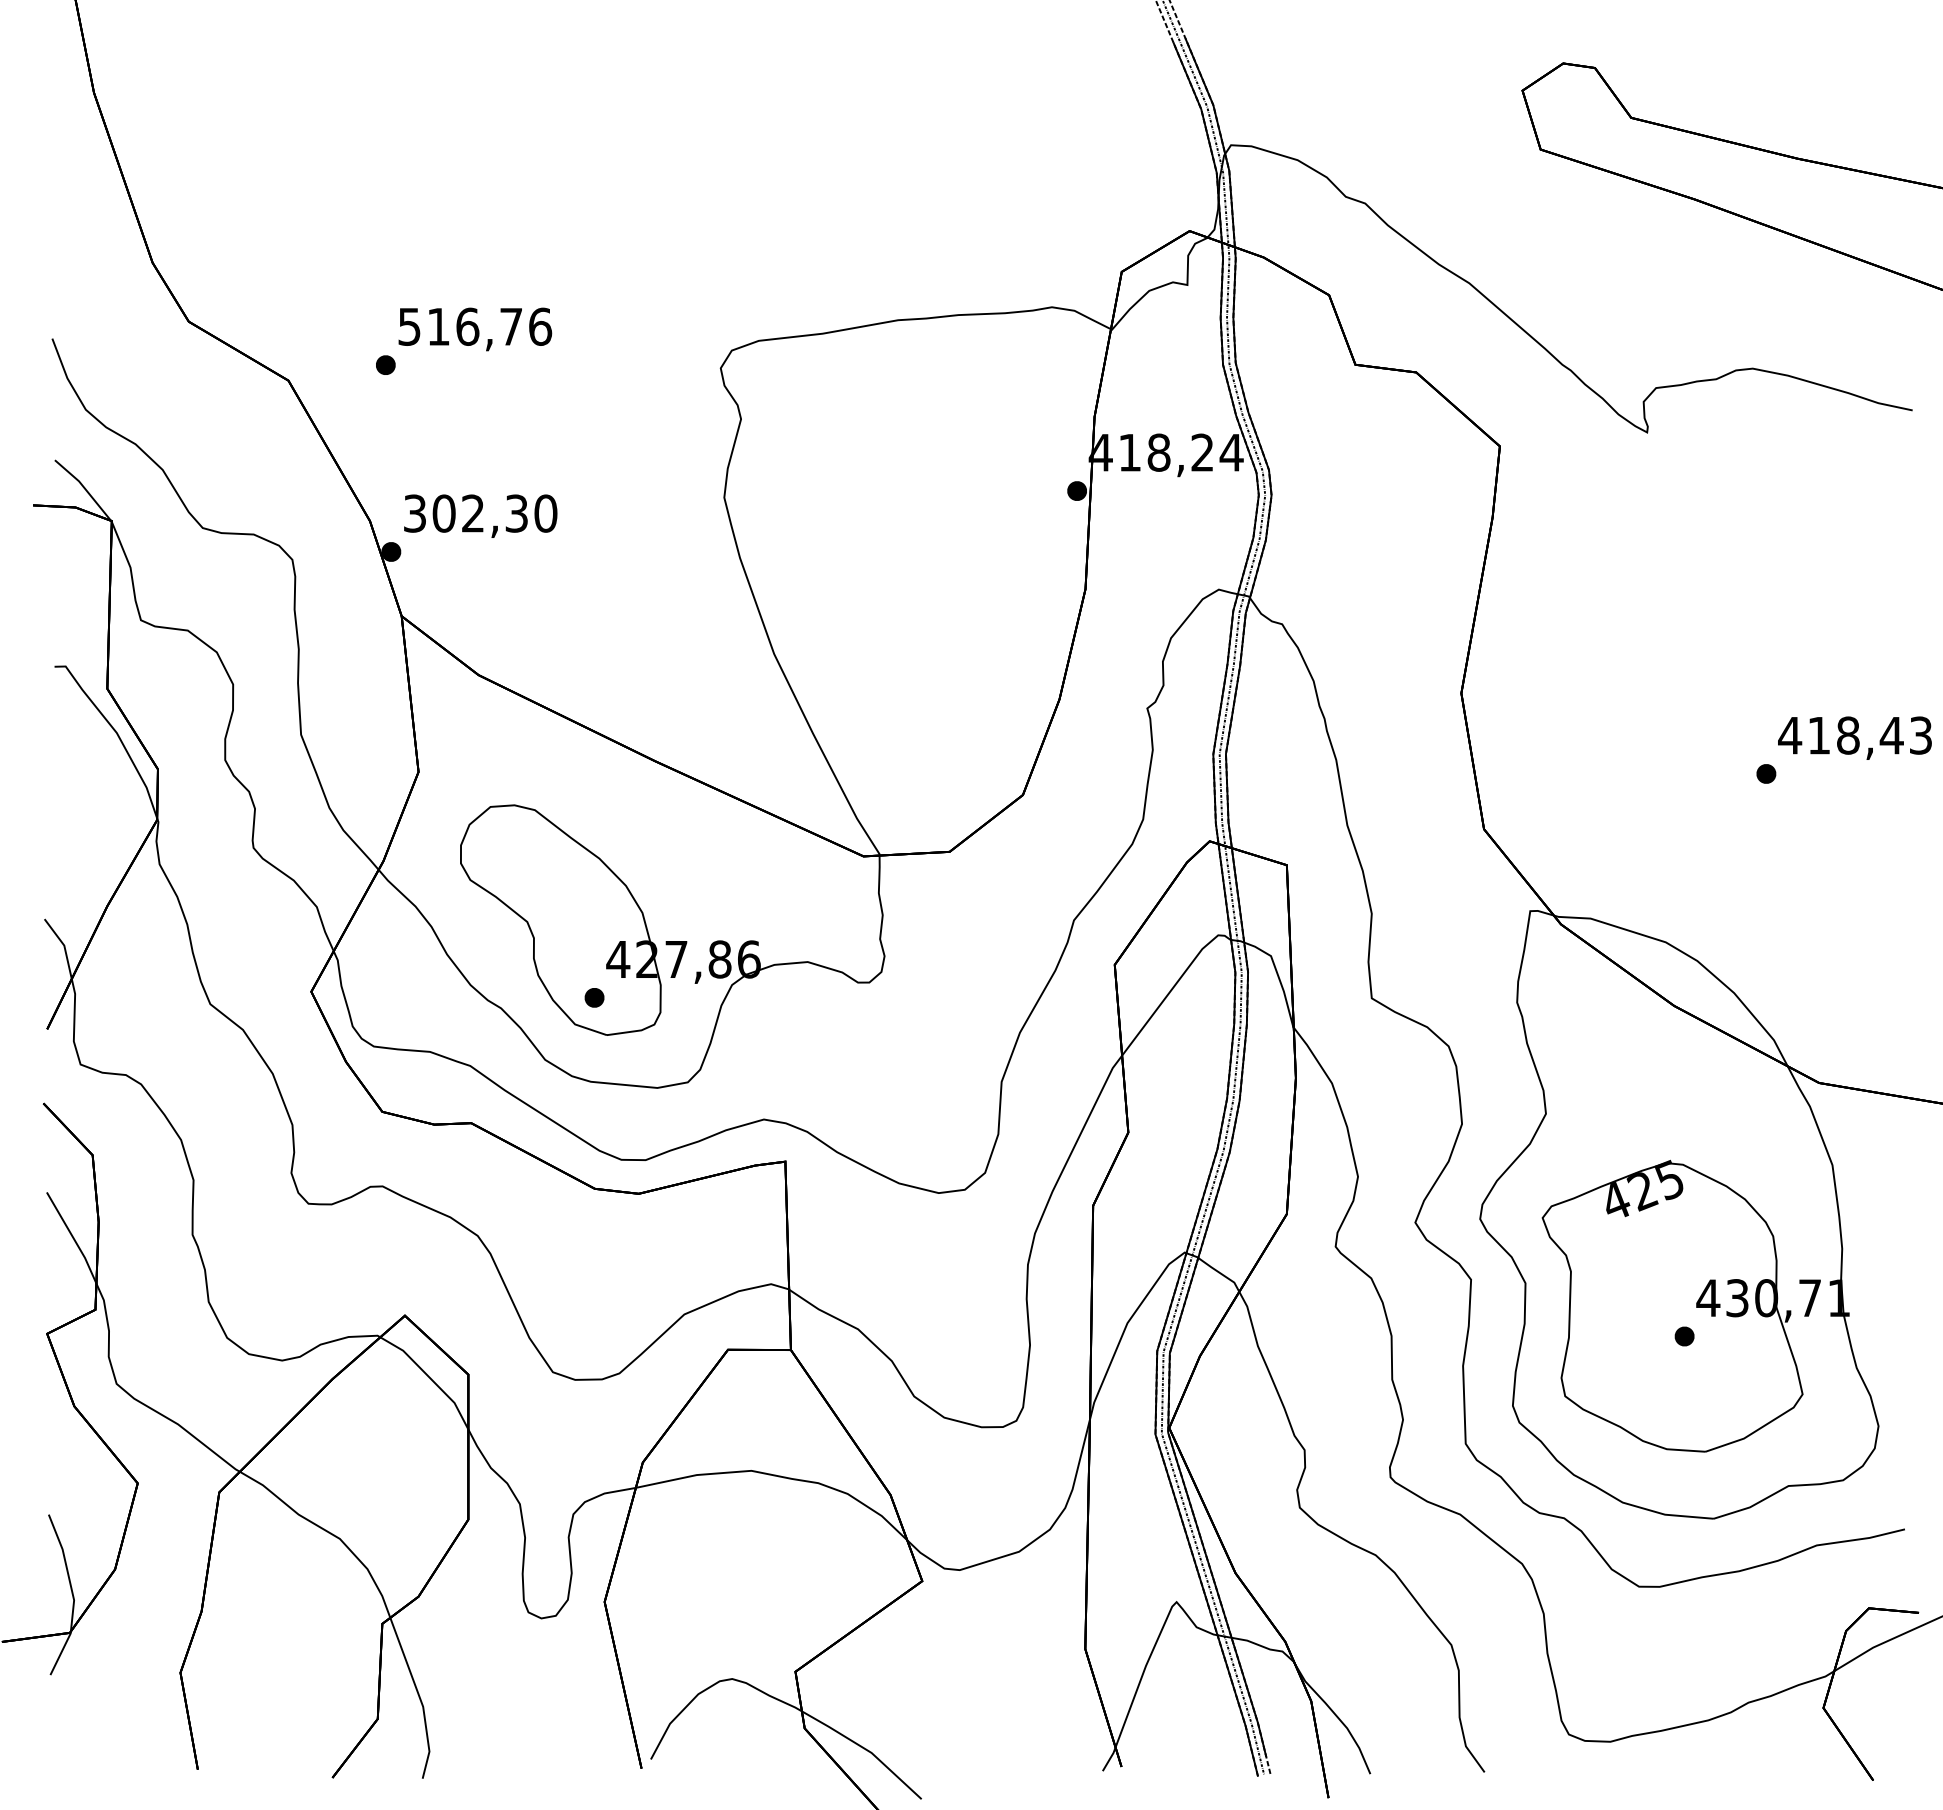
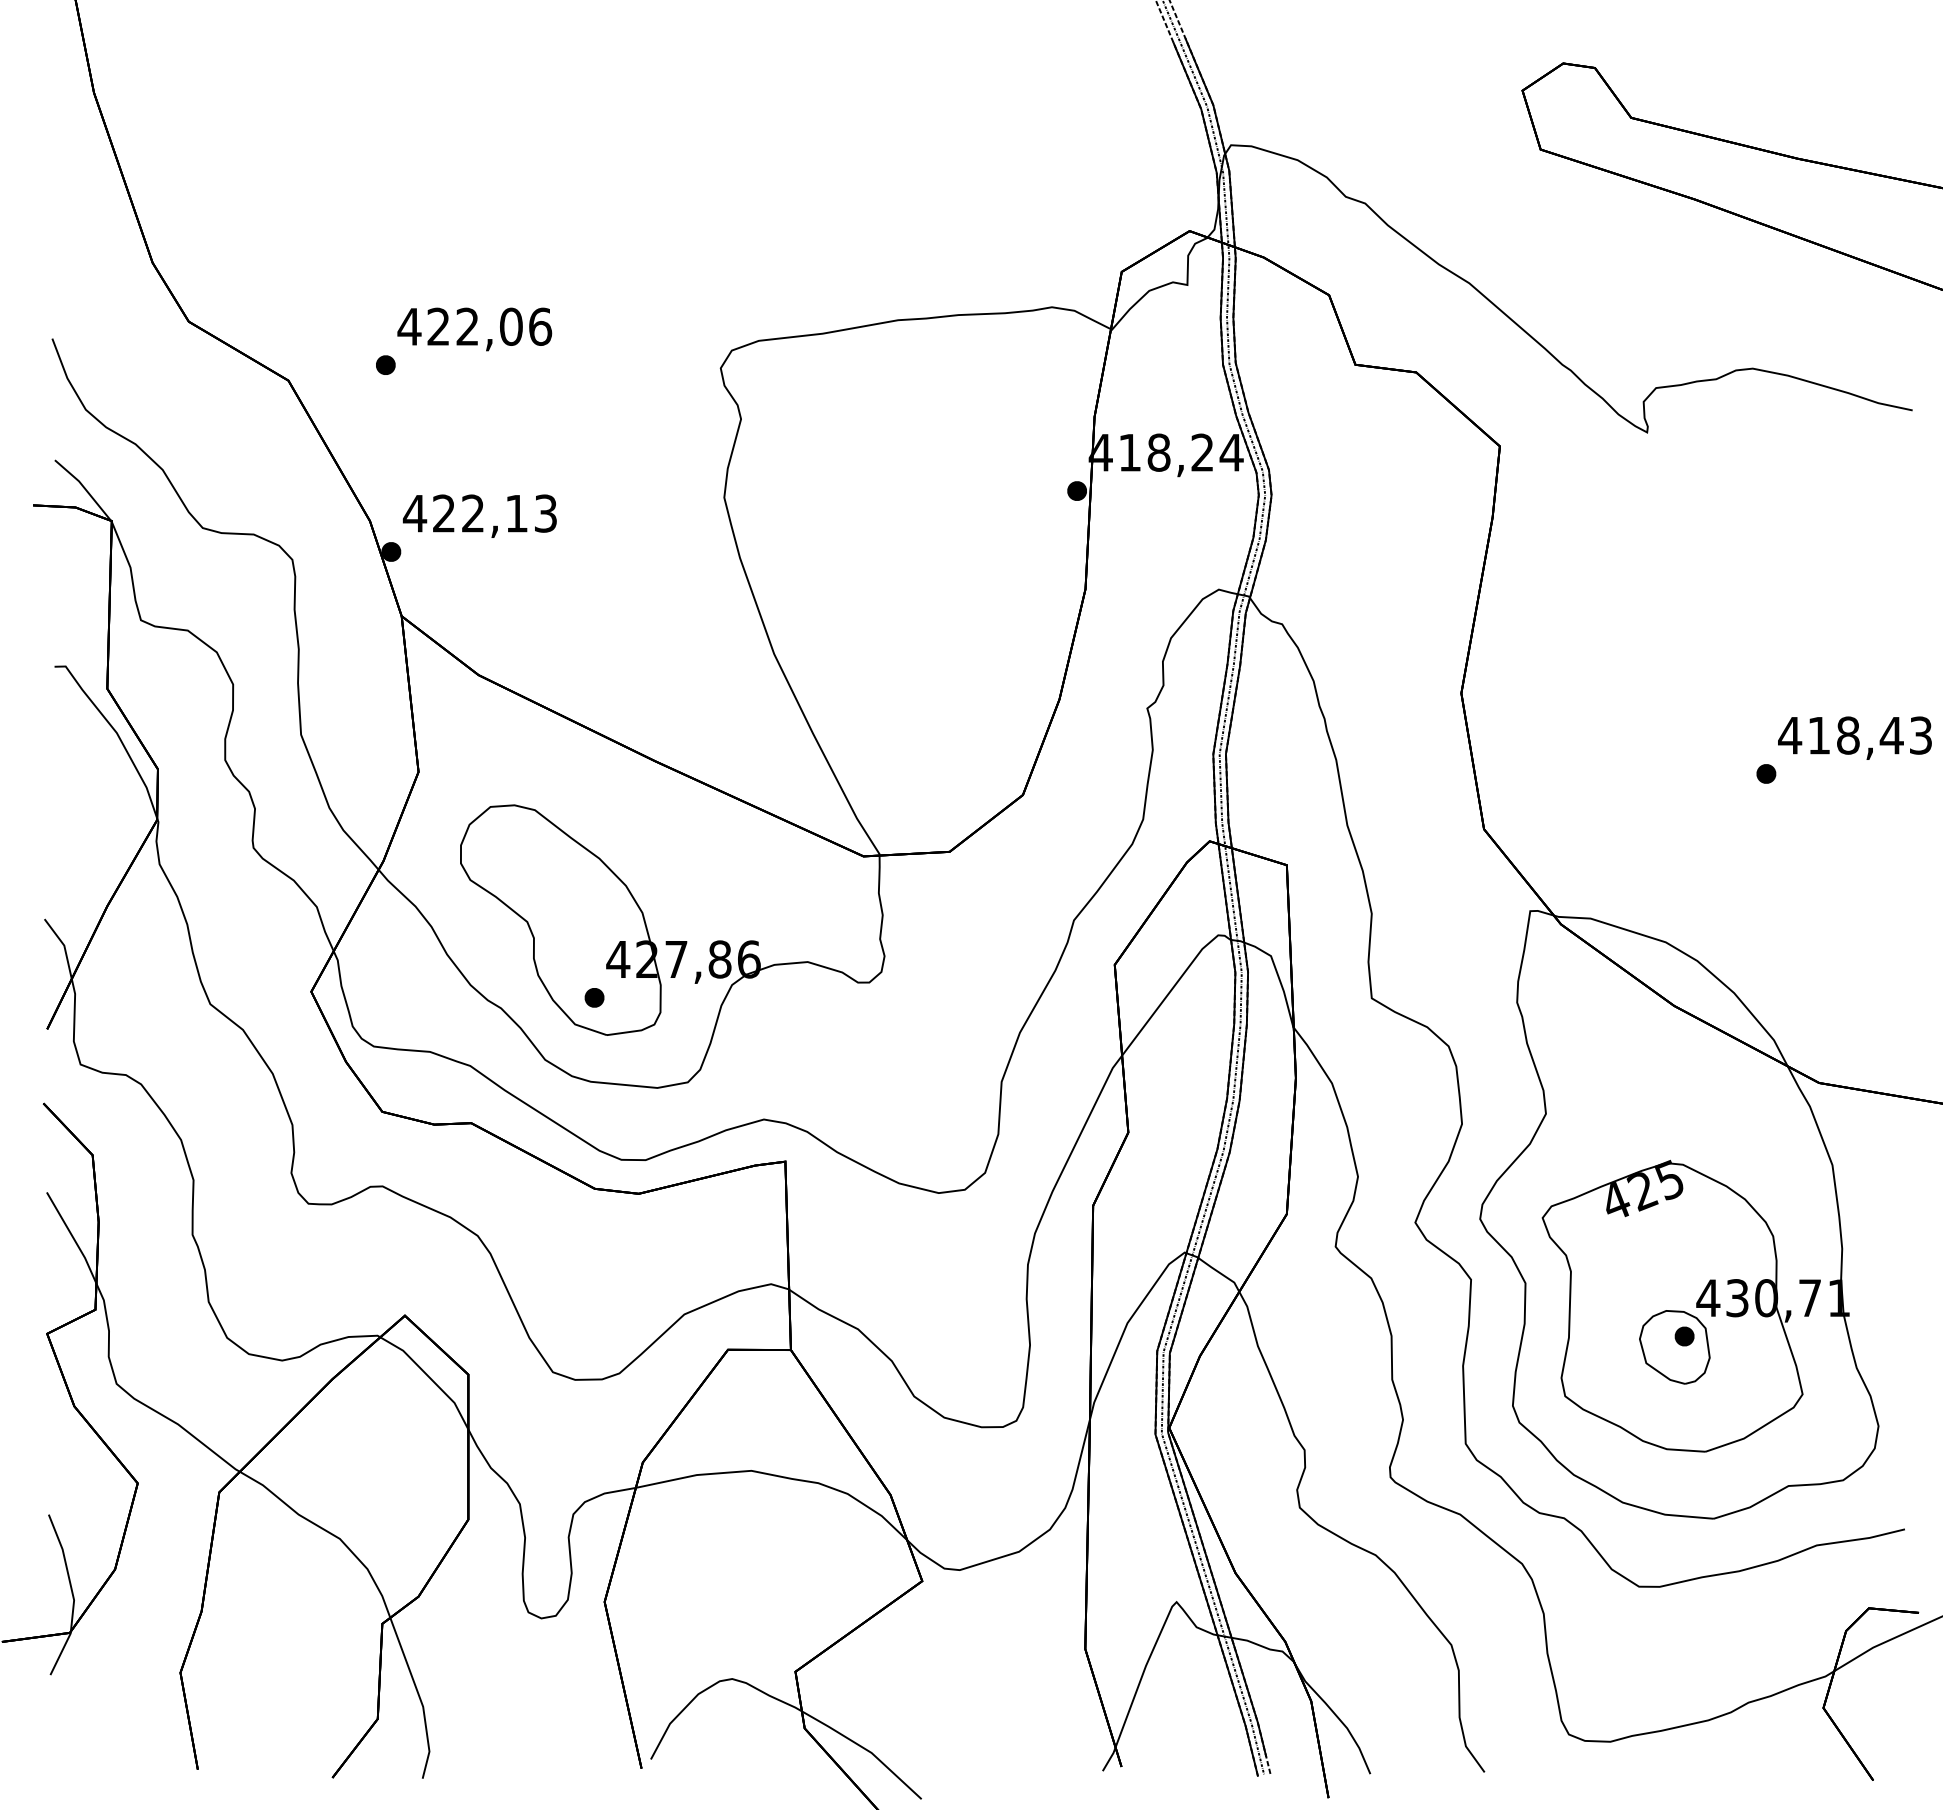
text at (459, 326): 516,76 -> 422,06
text at (479, 513): 302,30 -> 422,13
part at (1674, 1347): none -> present
